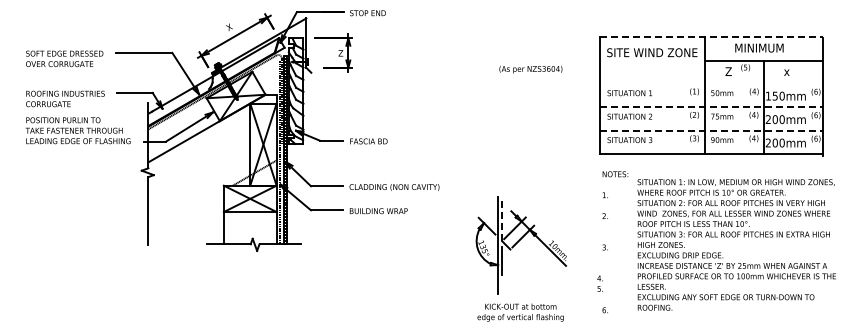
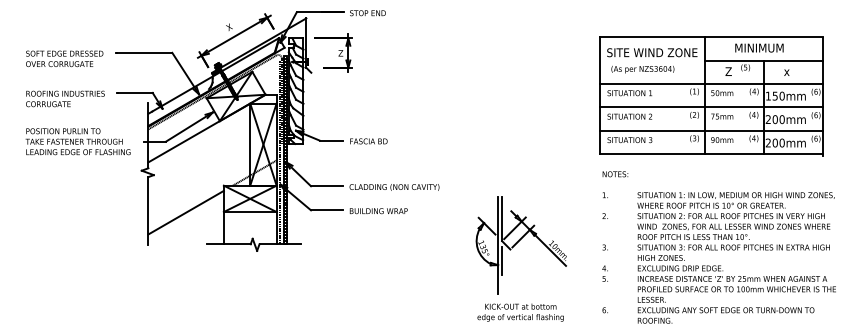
line at (711, 37): dashed -> solid
text at (530, 69) position: (530, 69) -> (642, 69)
line at (710, 84): none -> present
line at (711, 107): dashed -> solid
text at (77, 130) position: (77, 130) -> (77, 141)
line at (711, 130): dashed -> solid
line at (185, 212): none -> present
line at (502, 218): dashed -> solid
text at (736, 244) position: (736, 244) -> (736, 257)
text at (599, 283) position: (599, 283) -> (604, 273)
